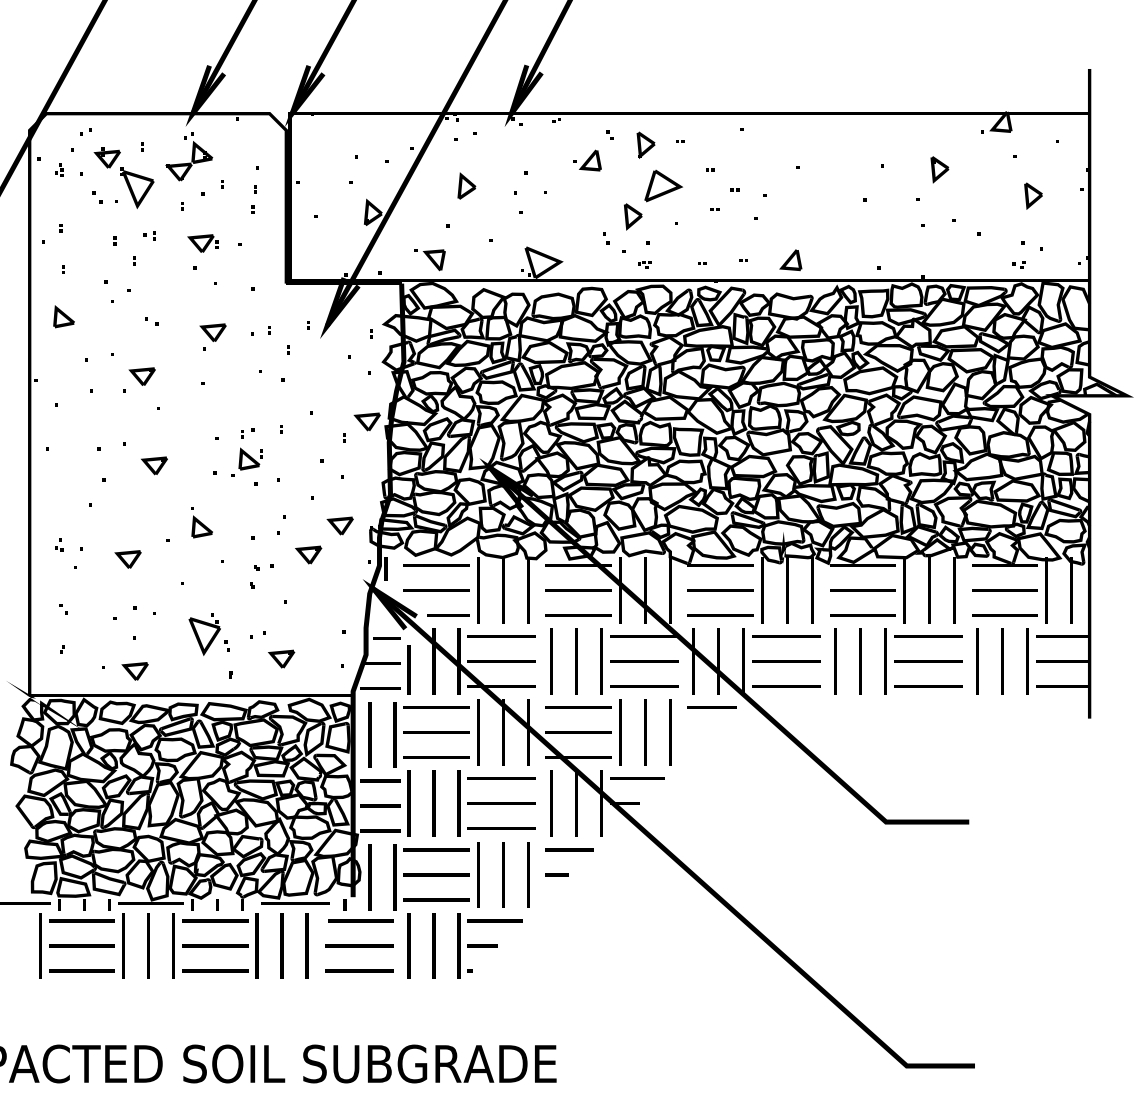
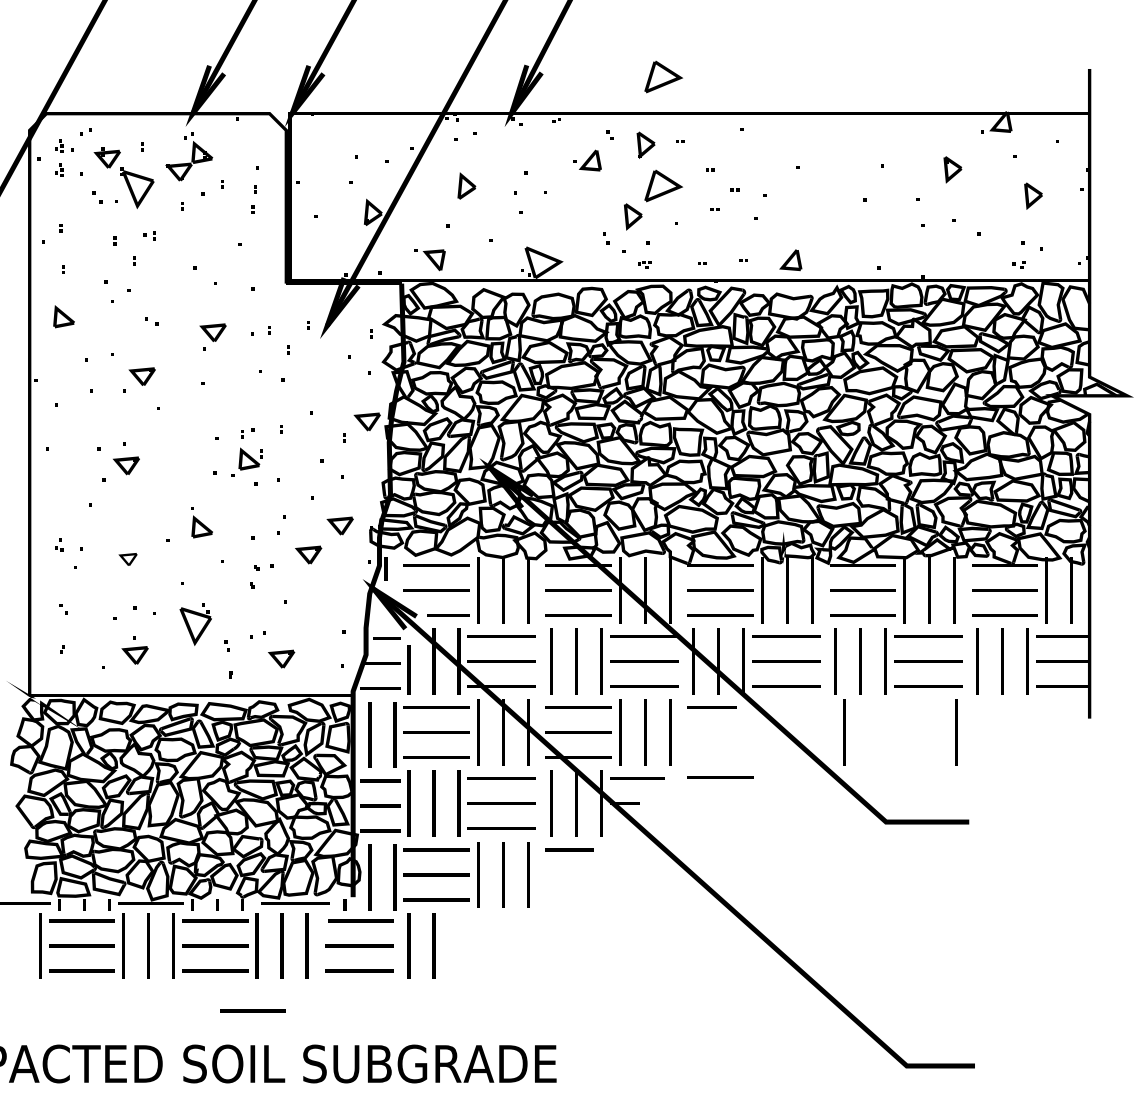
part at (663, 76): none -> present
part at (59, 145): none -> present
part at (939, 169) position: (939, 169) -> (952, 169)
part at (202, 243): present -> none
part at (154, 465) position: (154, 465) -> (126, 465)
part at (127, 559) size: 28x19 px -> 20x13 px
part at (204, 634) position: (204, 634) -> (195, 624)
part at (134, 671) position: (134, 671) -> (134, 655)
line at (844, 732): none -> present
line at (956, 732): none -> present
line at (720, 777): none -> present
line at (556, 874): present -> none
part at (489, 945): present -> none
line at (252, 1010): none -> present
